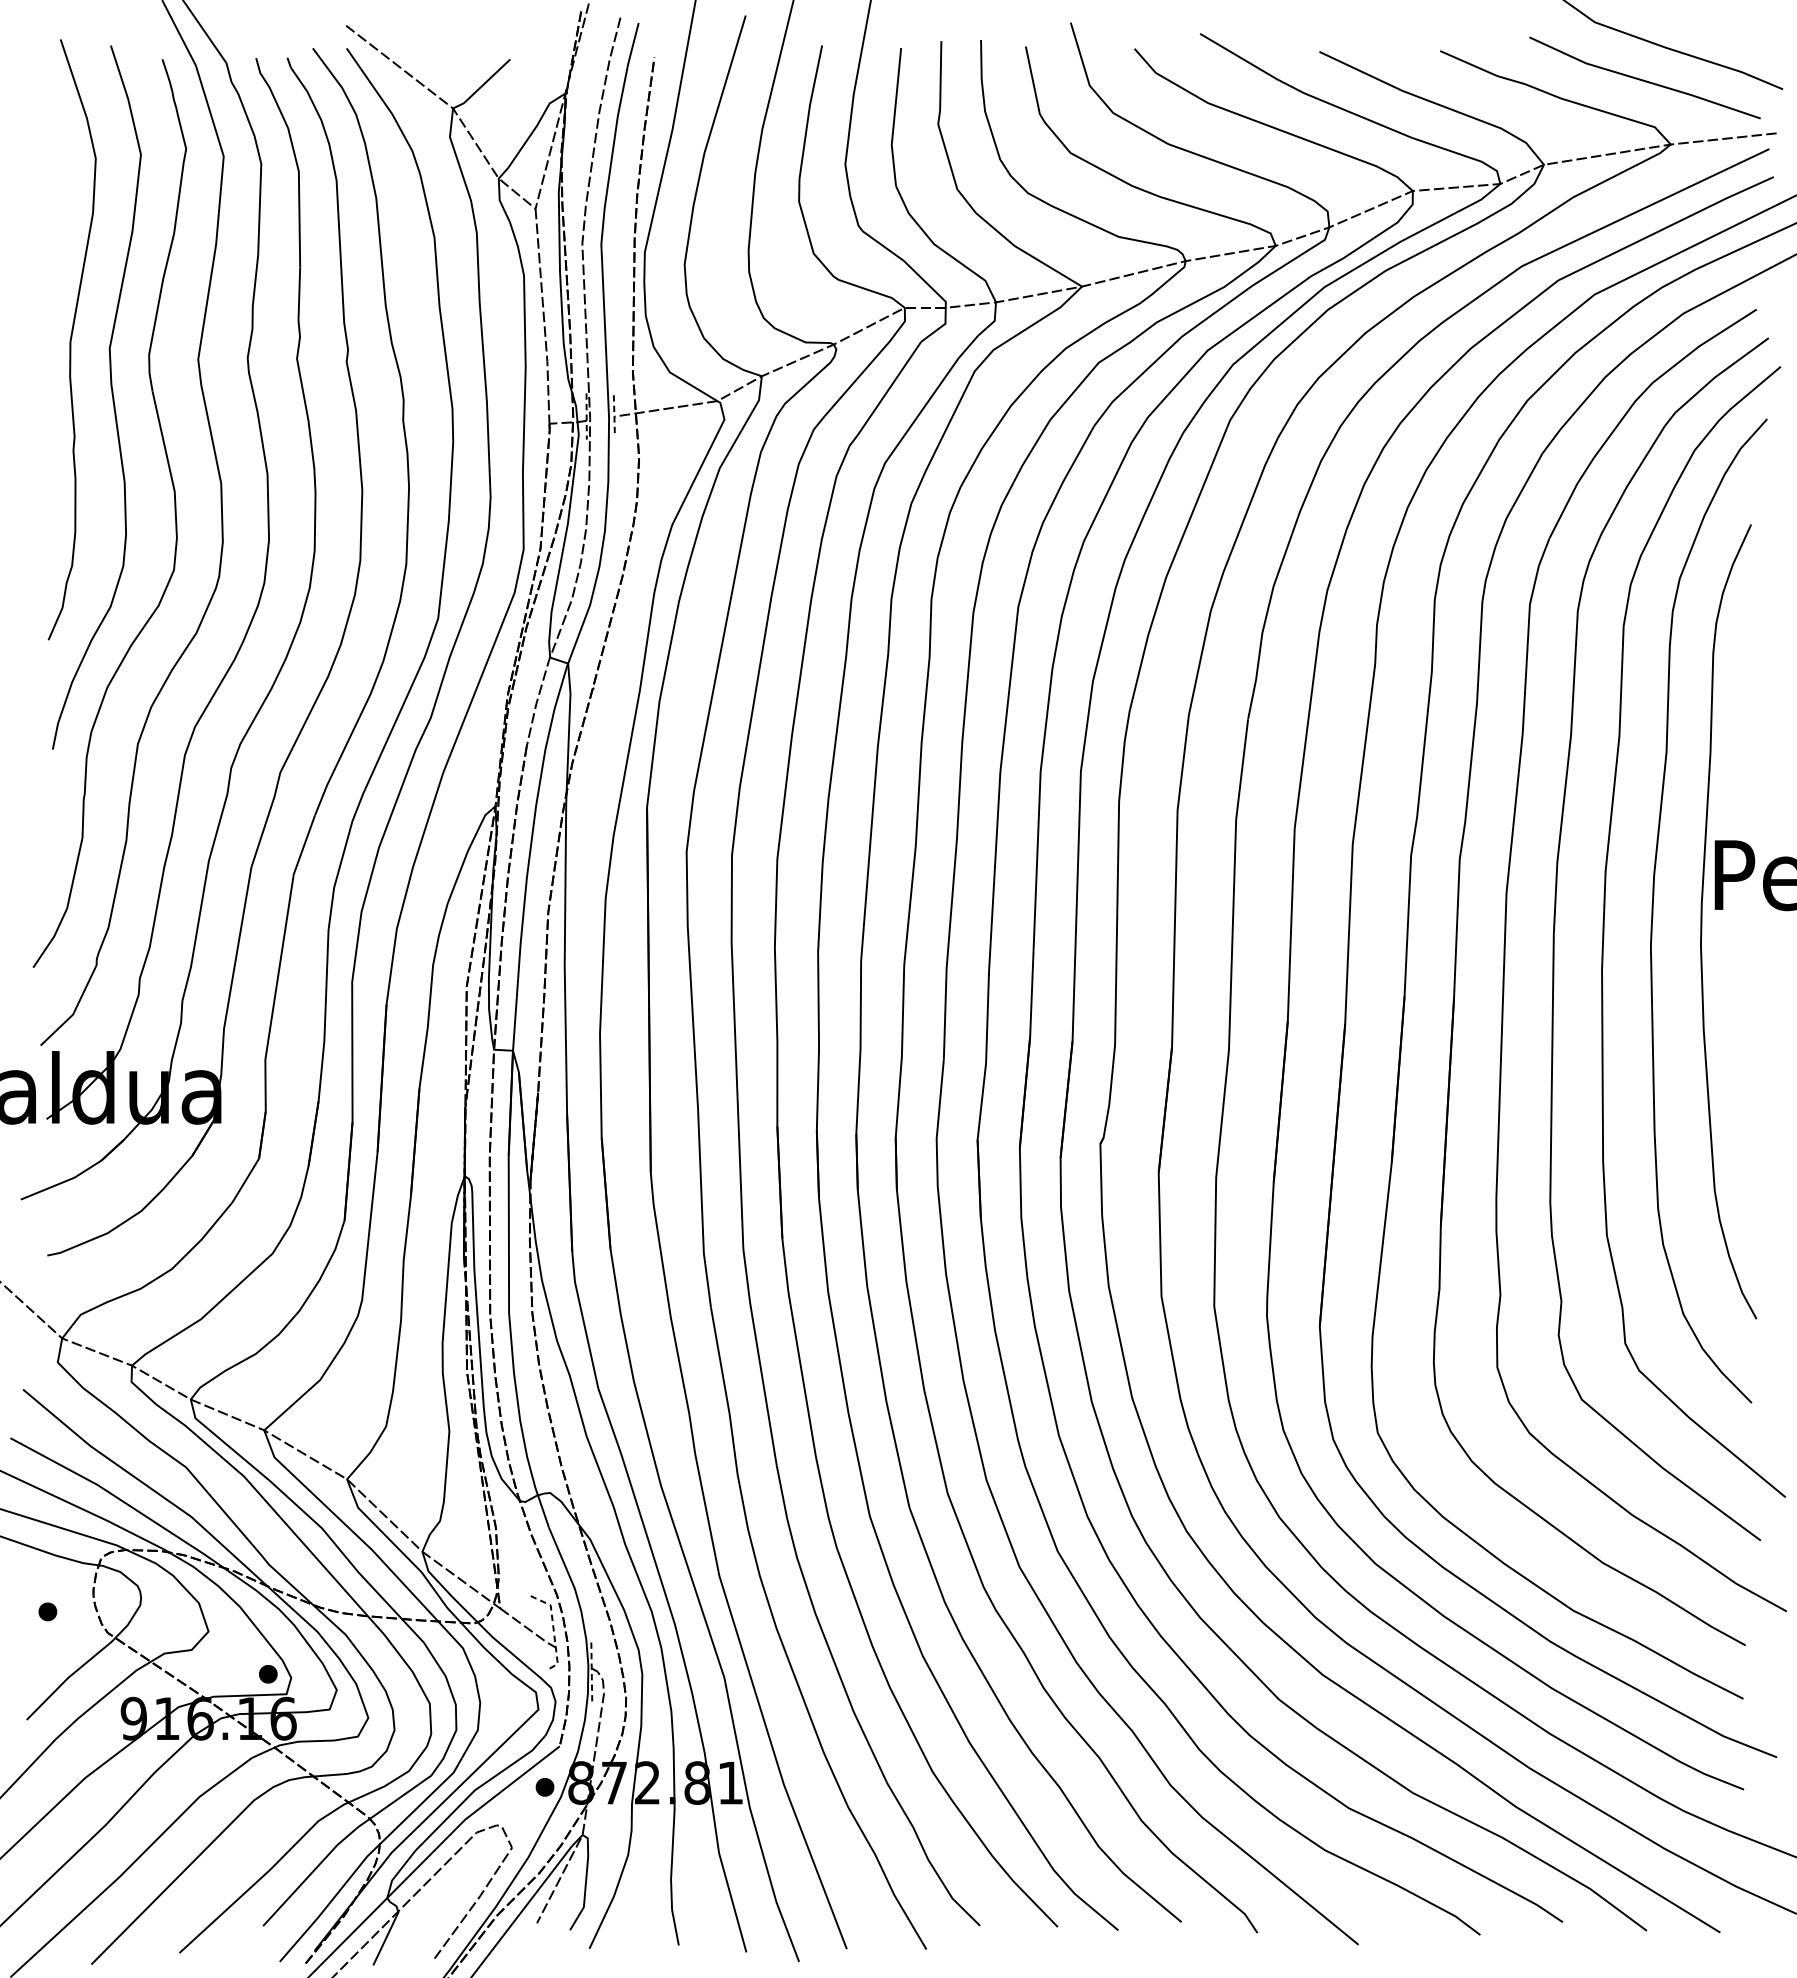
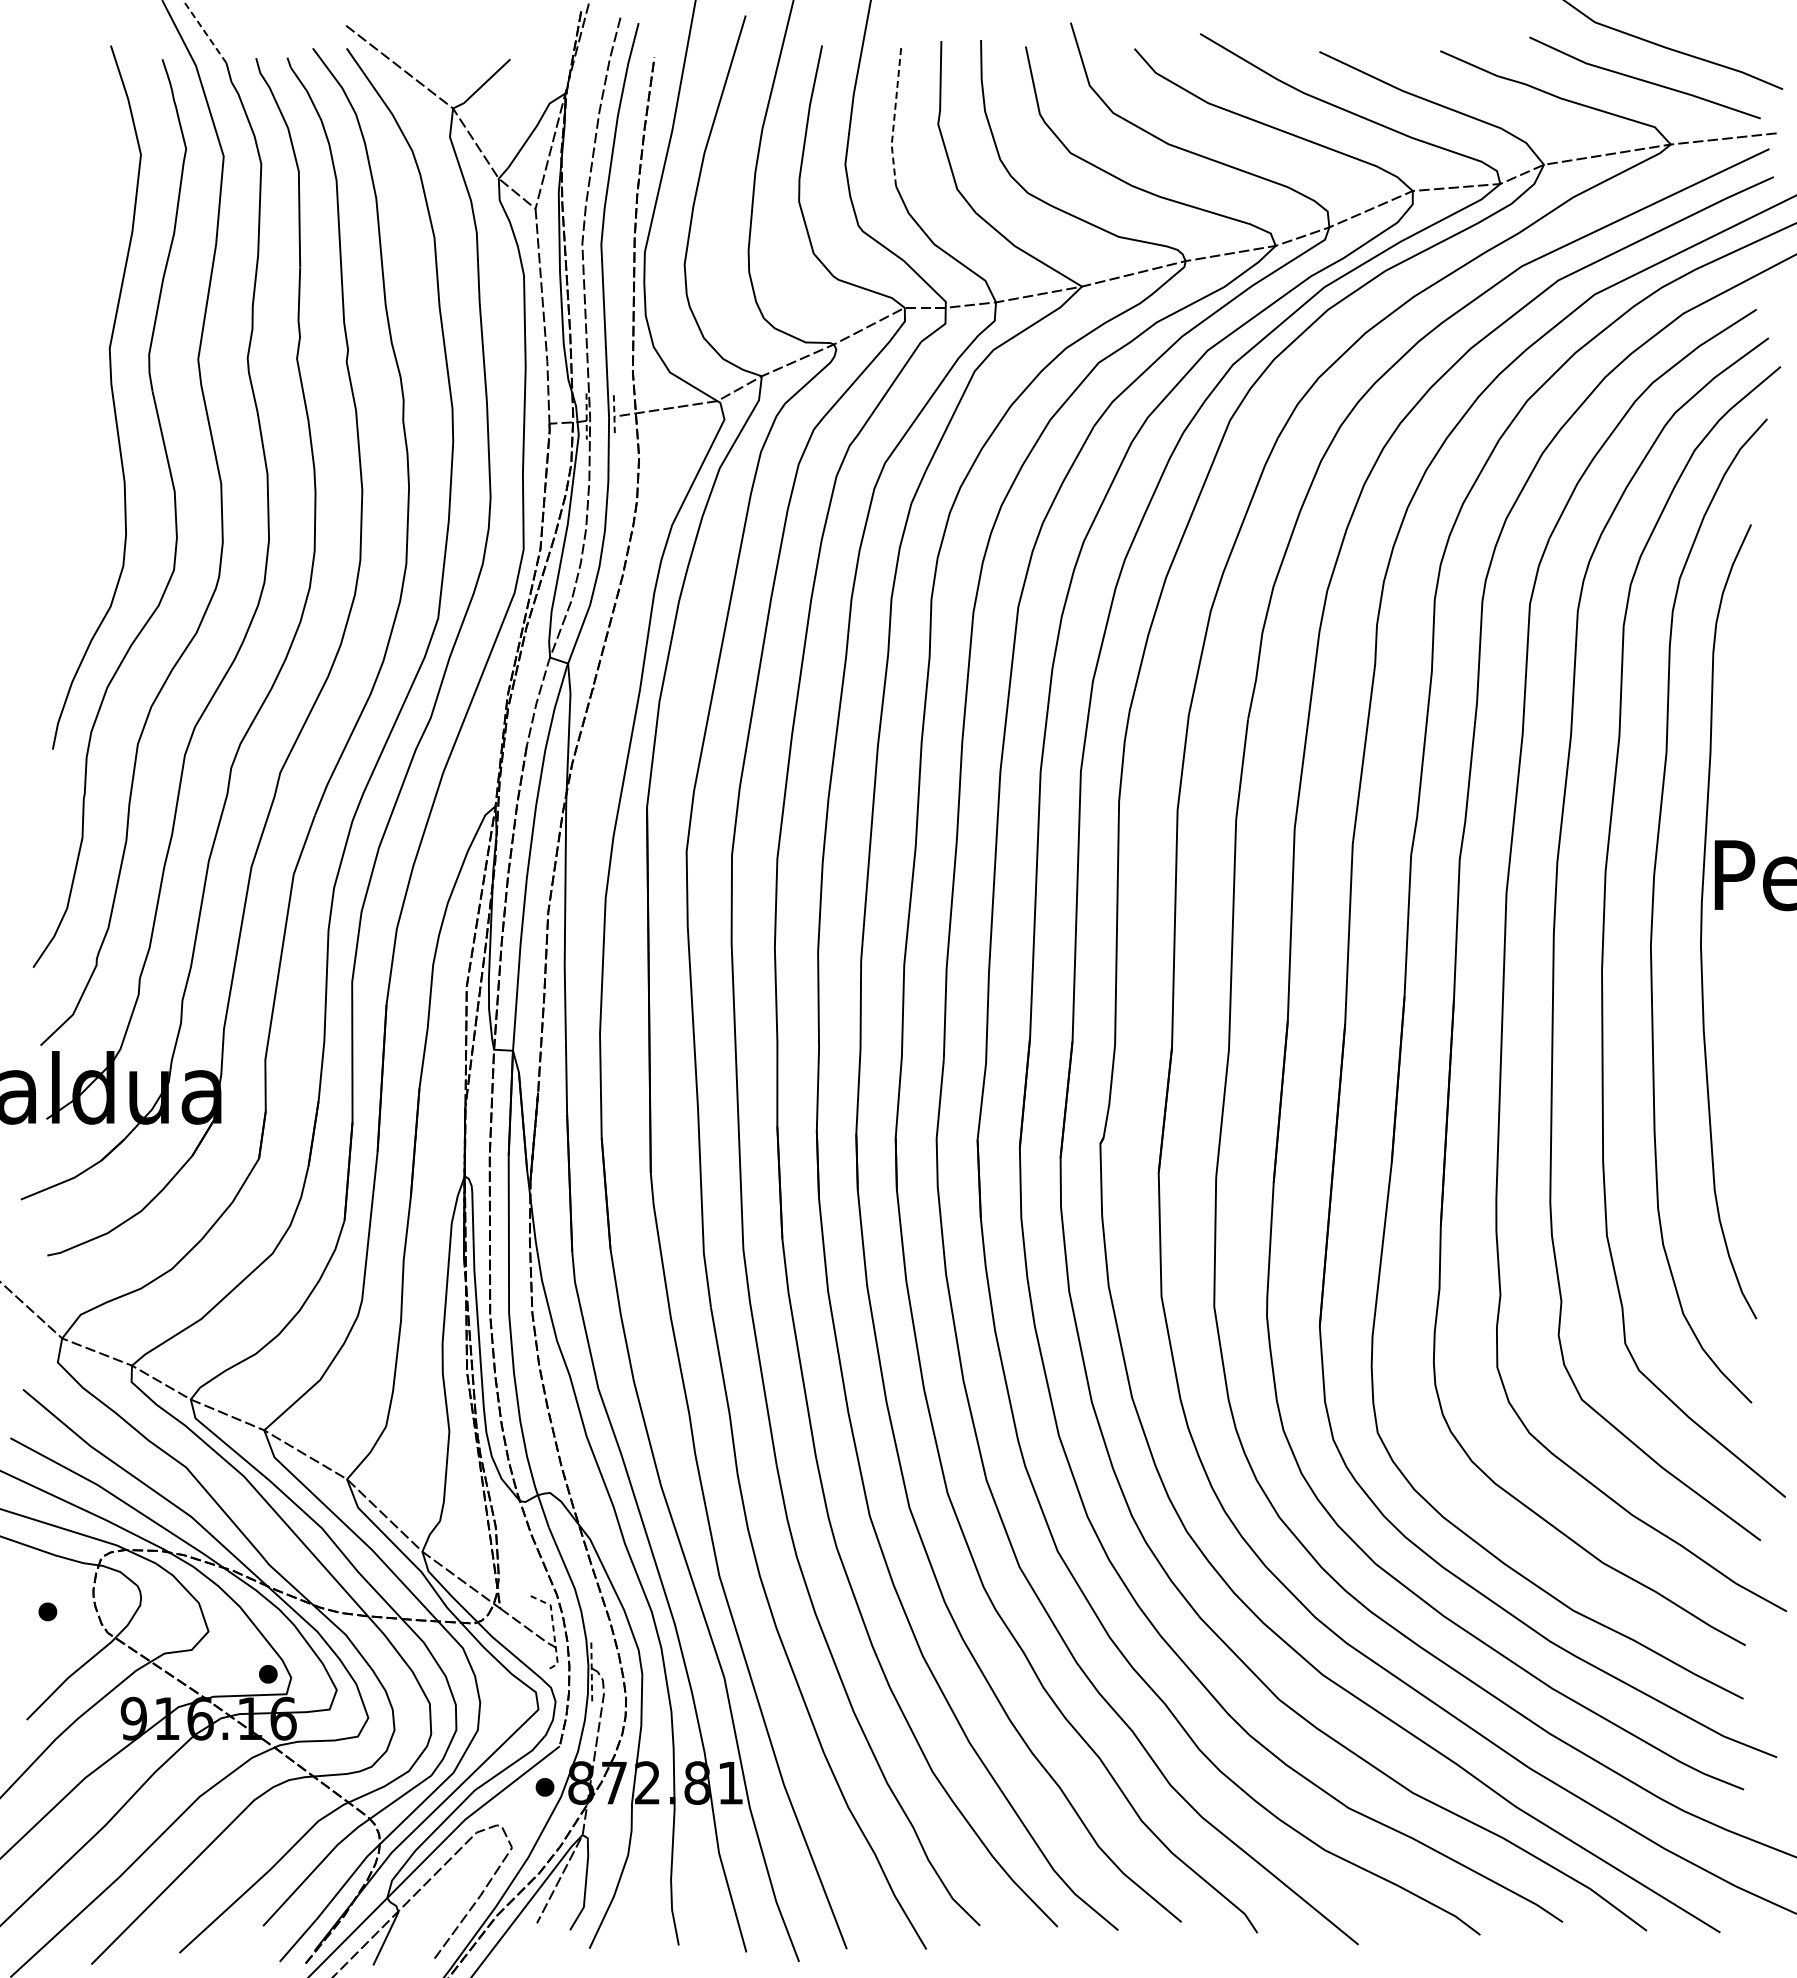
line at (204, 31): solid -> dashed
line at (894, 118): solid -> dashed
curve at (71, 339): present -> none
